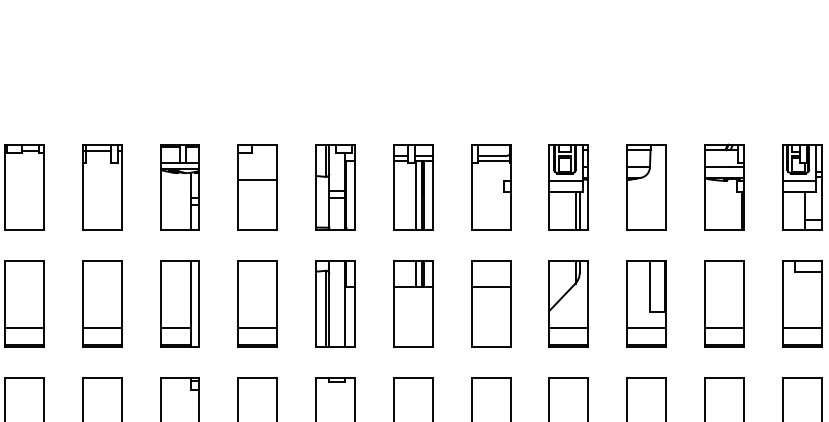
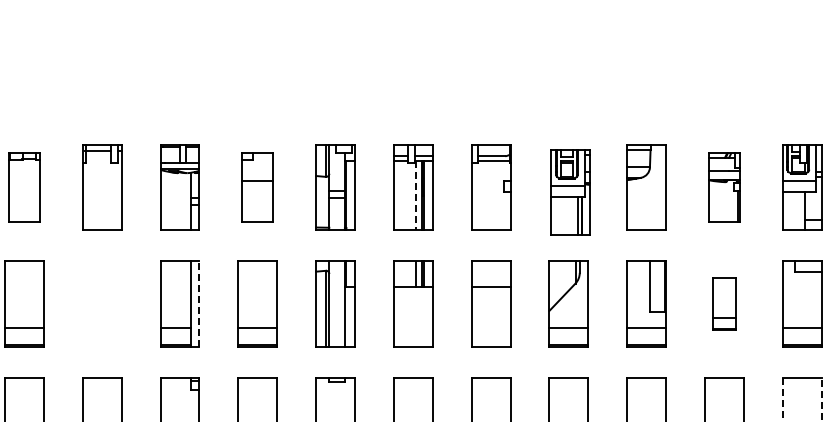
part at (724, 186) size: 41x88 px -> 33x71 px
part at (24, 187) size: 41x87 px -> 33x71 px
part at (257, 187) size: 41x87 px -> 33x71 px
part at (568, 187) position: (568, 187) -> (570, 192)
line at (416, 195): solid -> dashed
part at (102, 303): present -> none
part at (724, 303) size: 41x88 px -> 25x54 px
line at (199, 304): solid -> dashed
line at (782, 400): solid -> dashed
line at (821, 400): solid -> dashed
